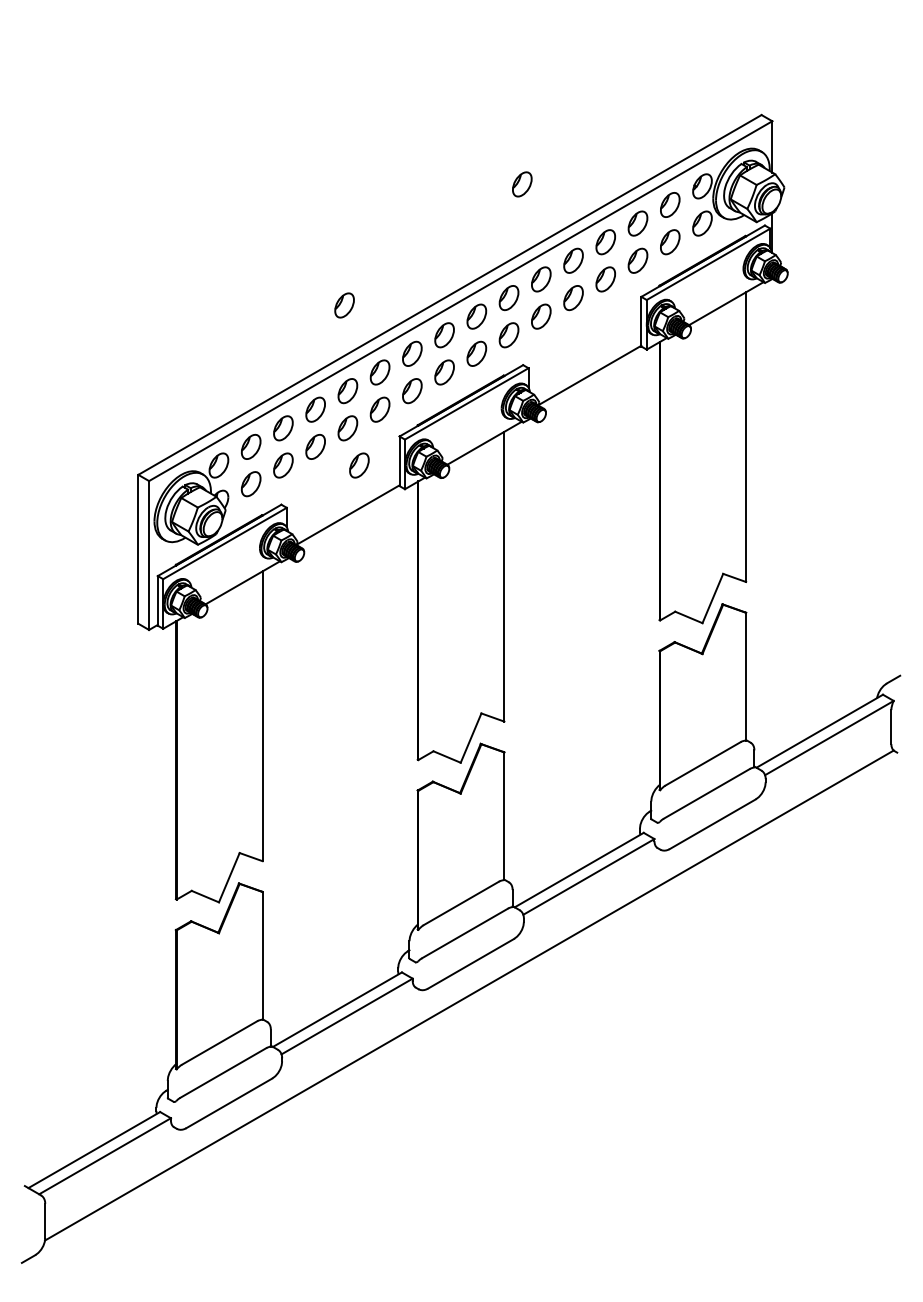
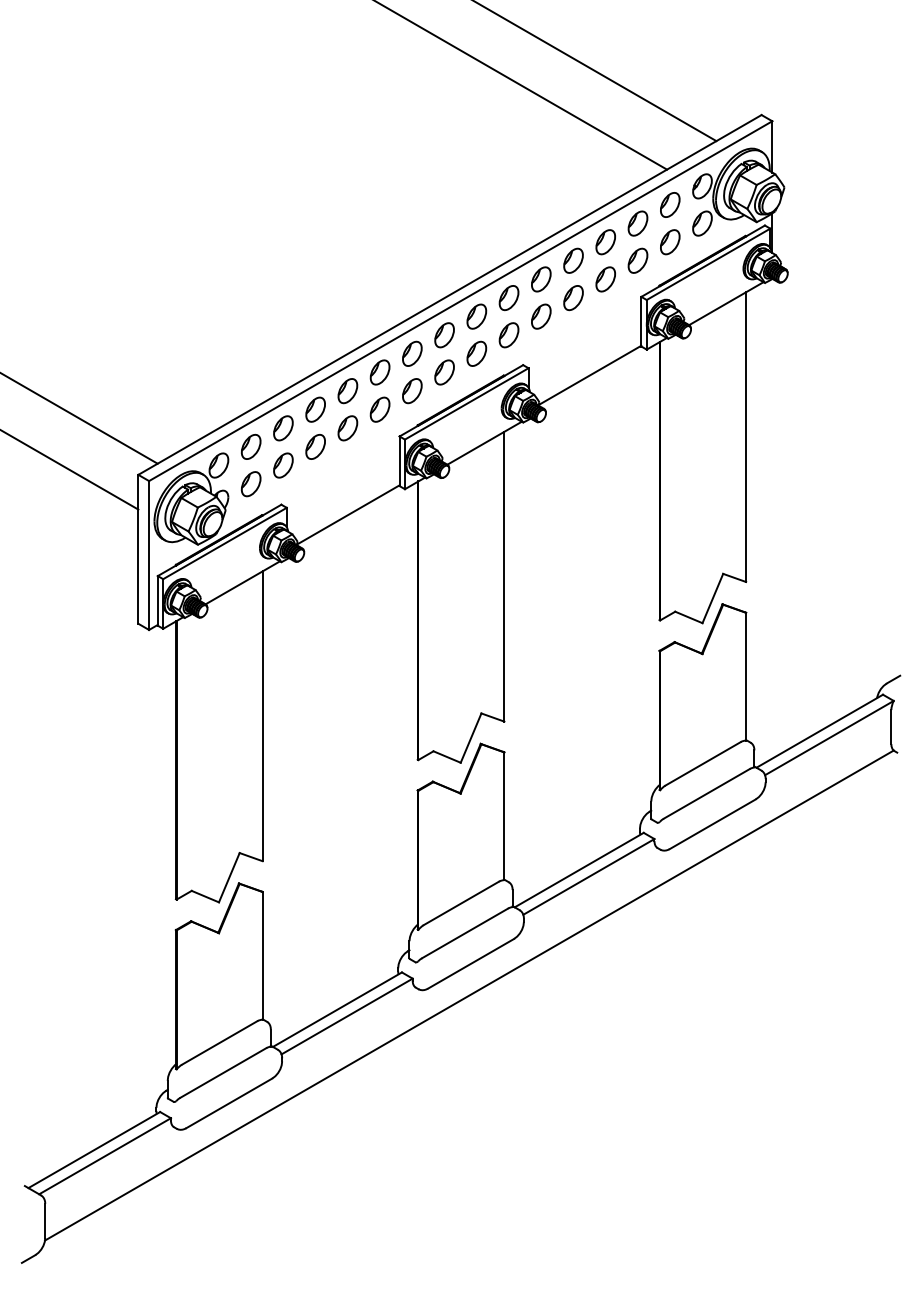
line at (596, 71): none -> present
line at (521, 85): none -> present
part at (522, 184): present -> none
part at (344, 305): present -> none
line at (79, 418): none -> present
part at (359, 465): present -> none
line at (70, 469): none -> present
